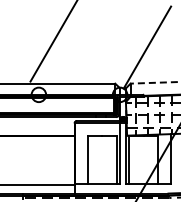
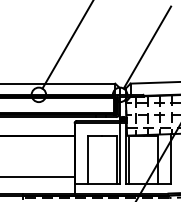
line at (53, 41) position: (53, 41) -> (67, 45)
line at (155, 82): dashed -> solid
line at (38, 184) position: (38, 184) -> (38, 176)
